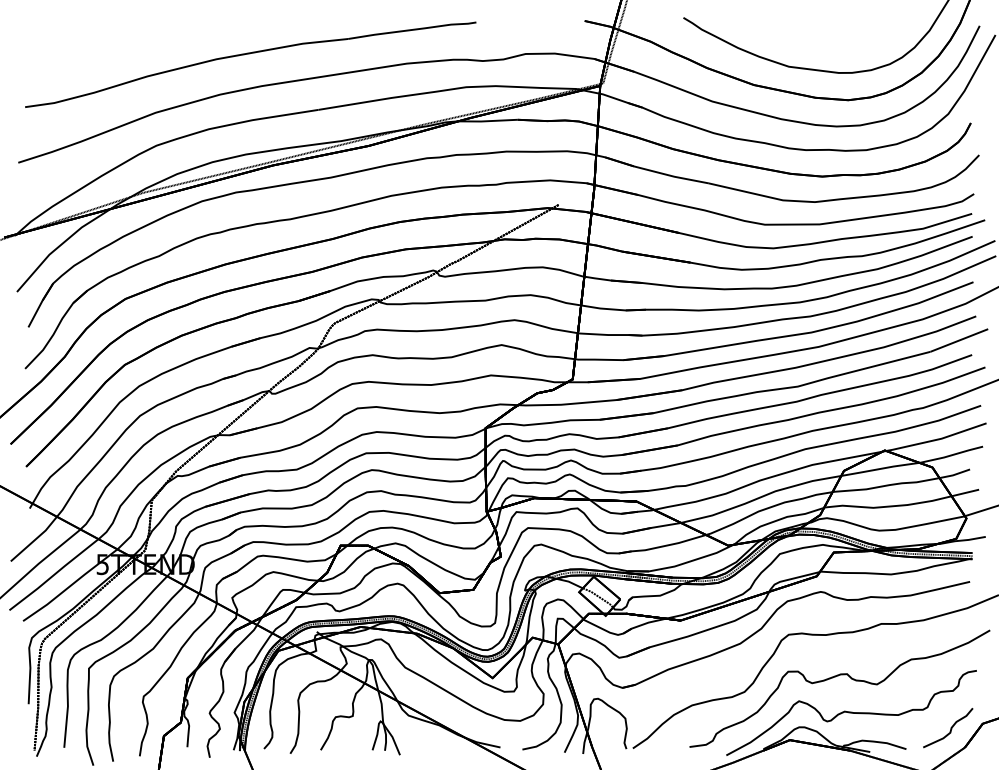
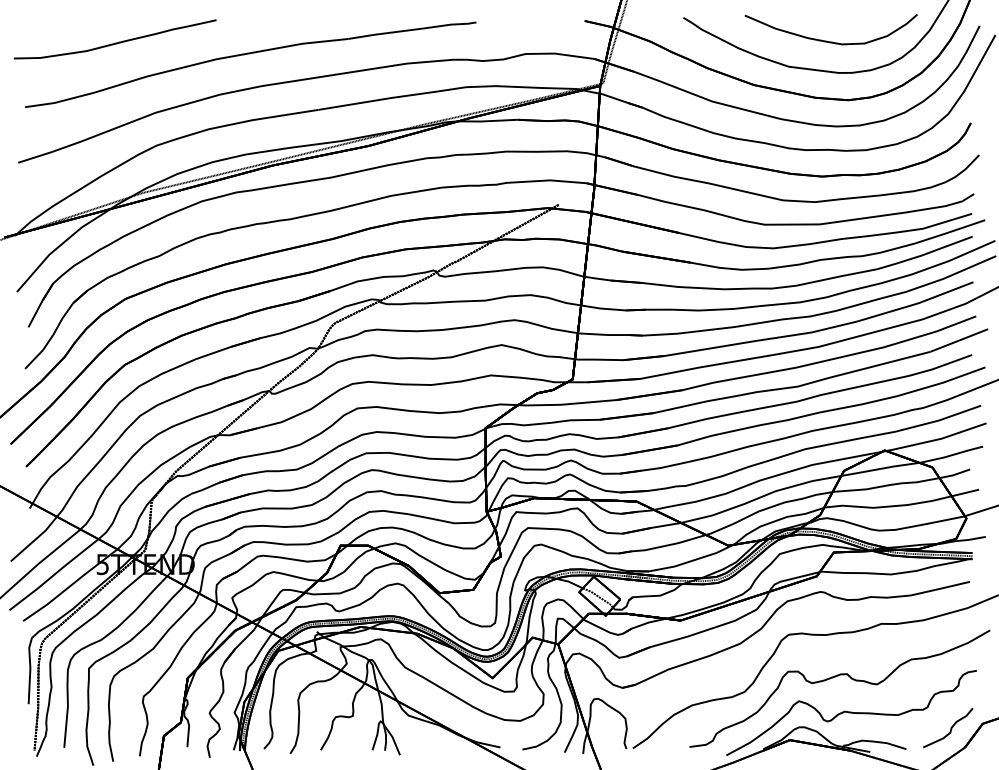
curve at (826, 40): none -> present
curve at (115, 42): none -> present
